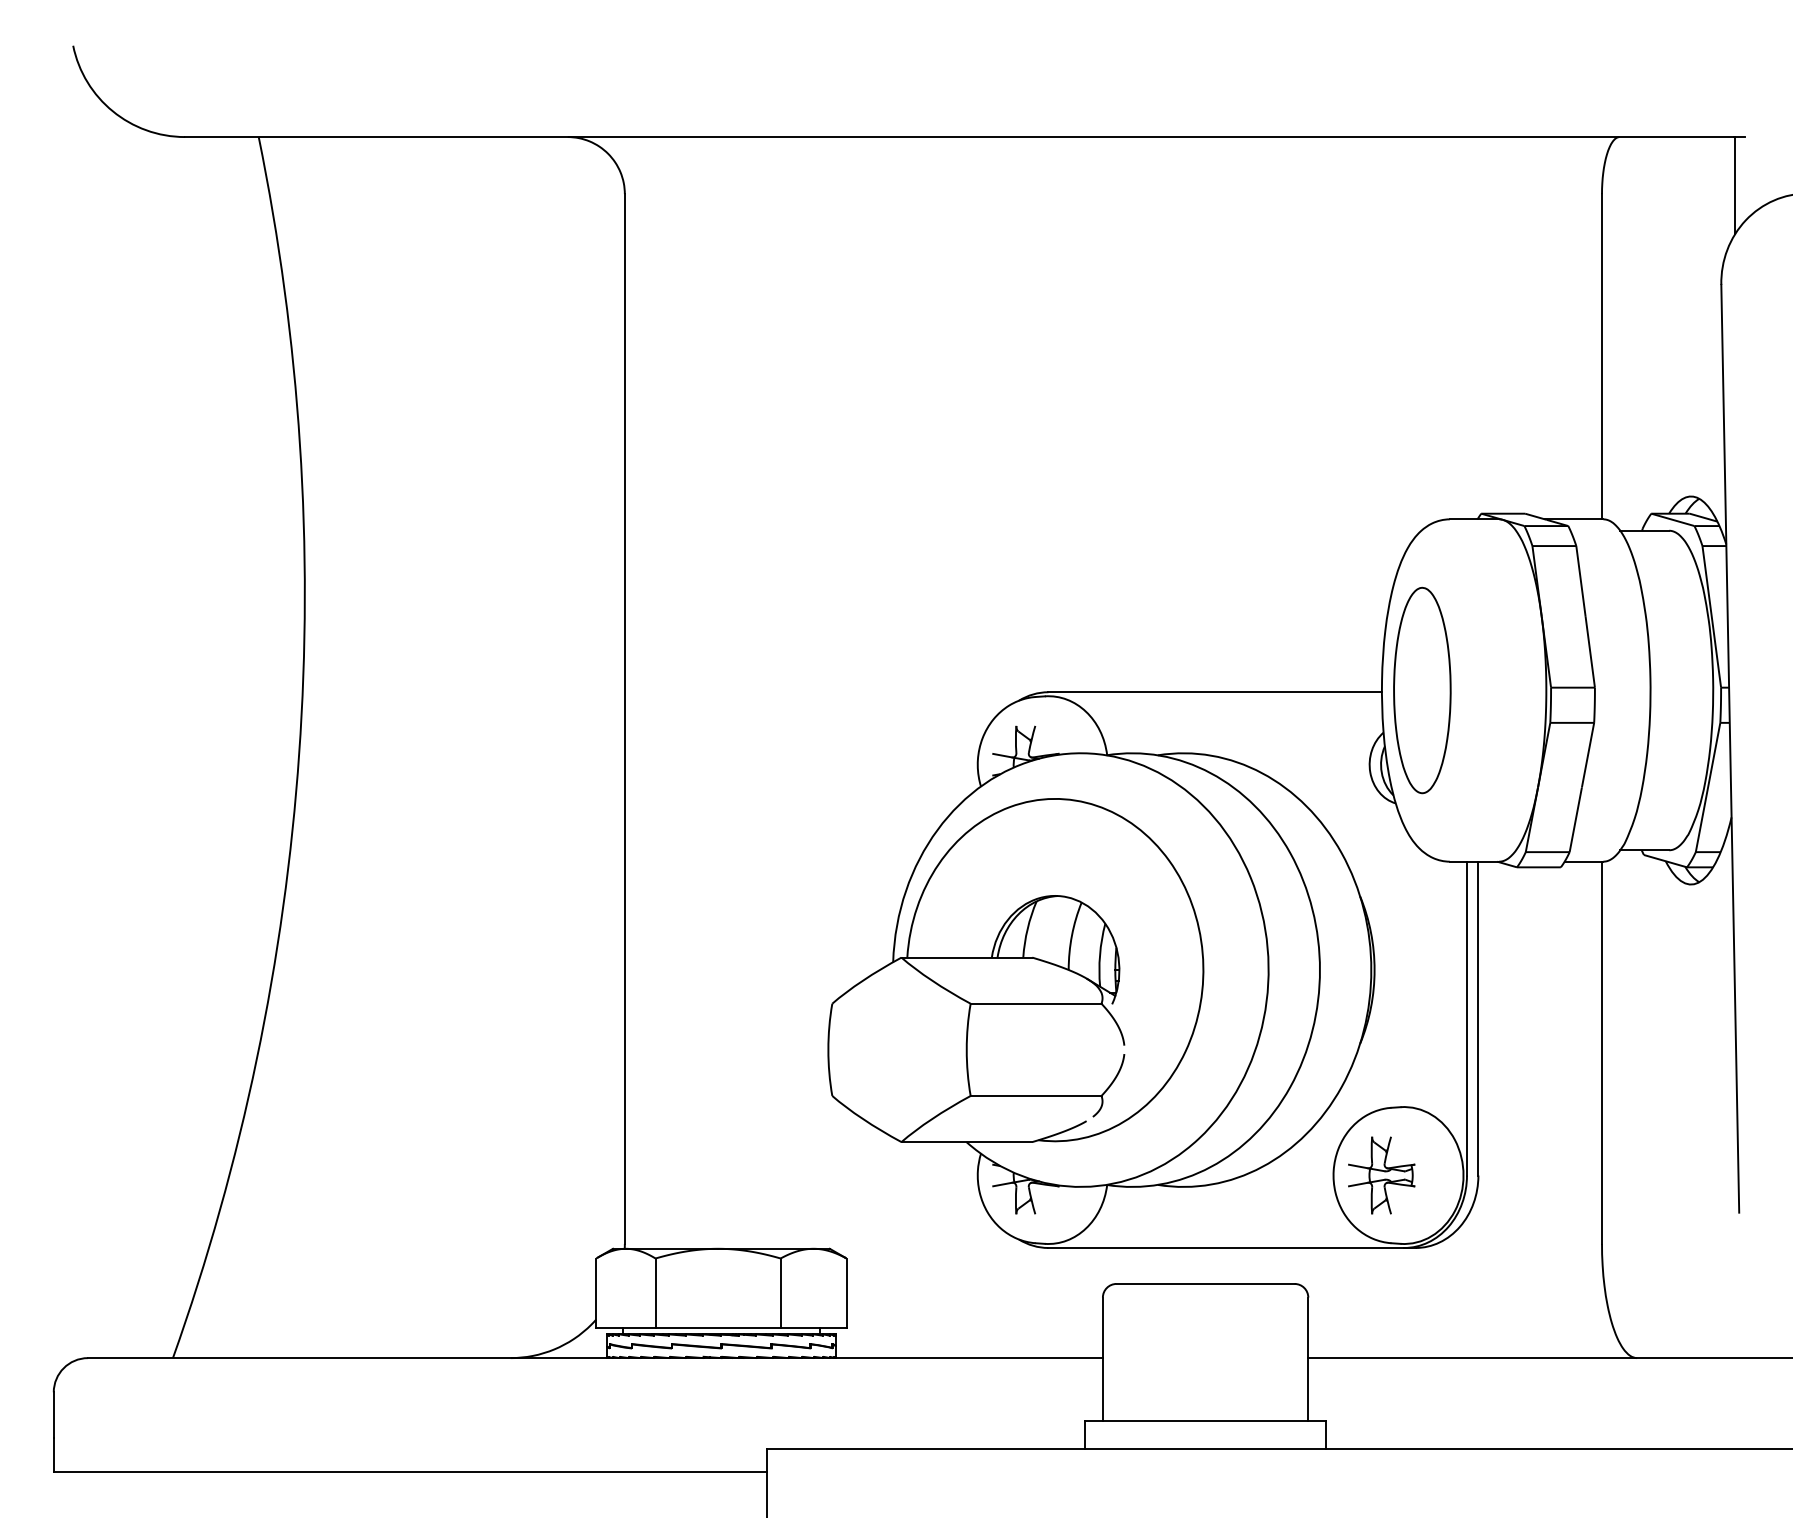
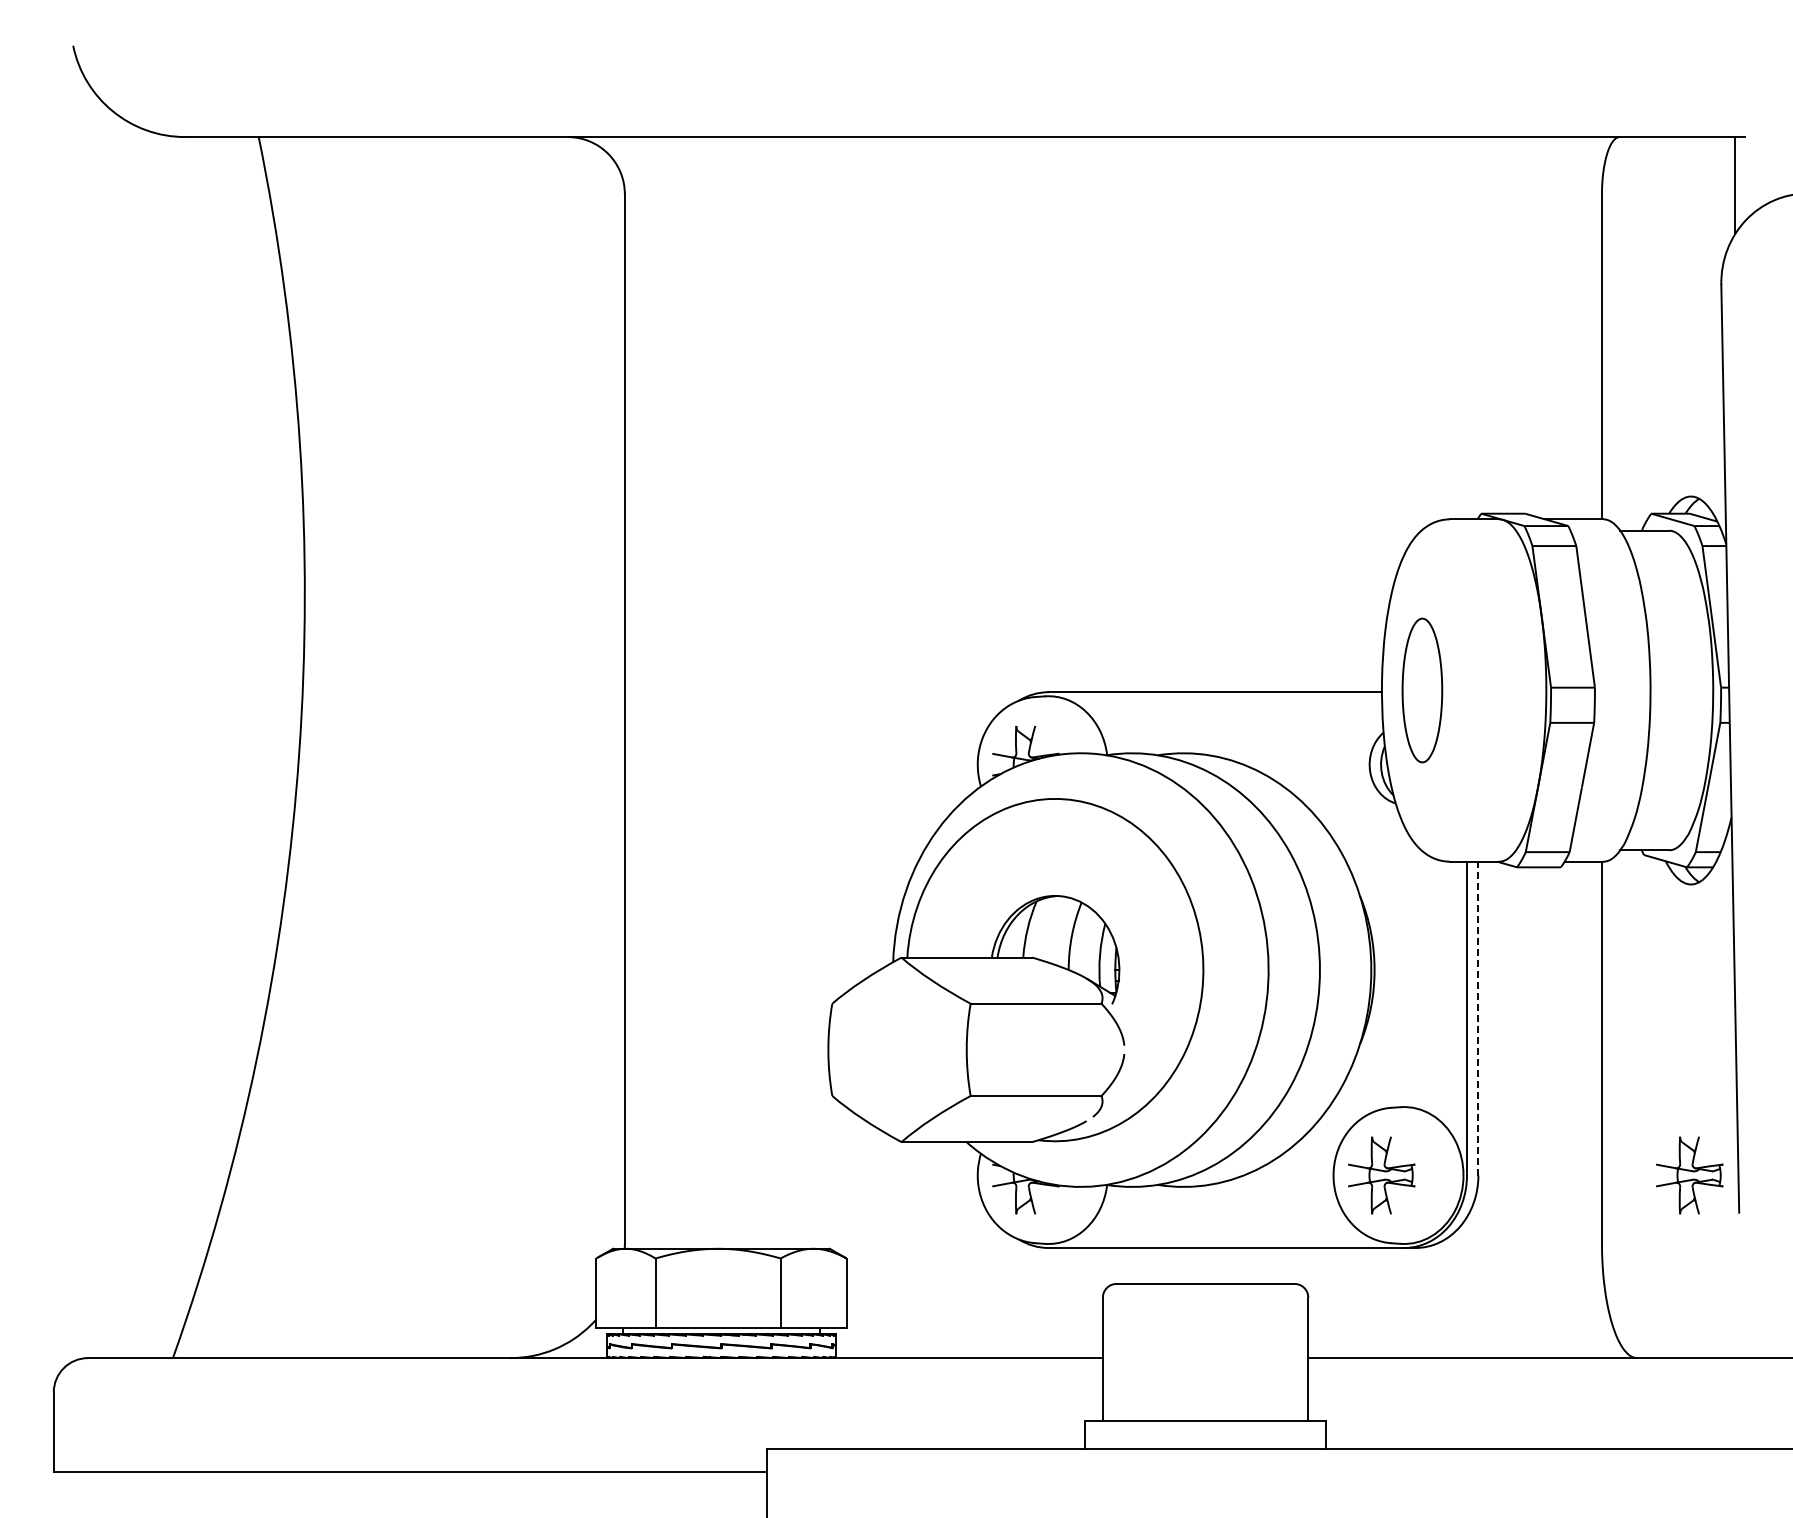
part at (1422, 690) size: 59x209 px -> 43x147 px
line at (1478, 1018): solid -> dashed
part at (1689, 1175): none -> present
